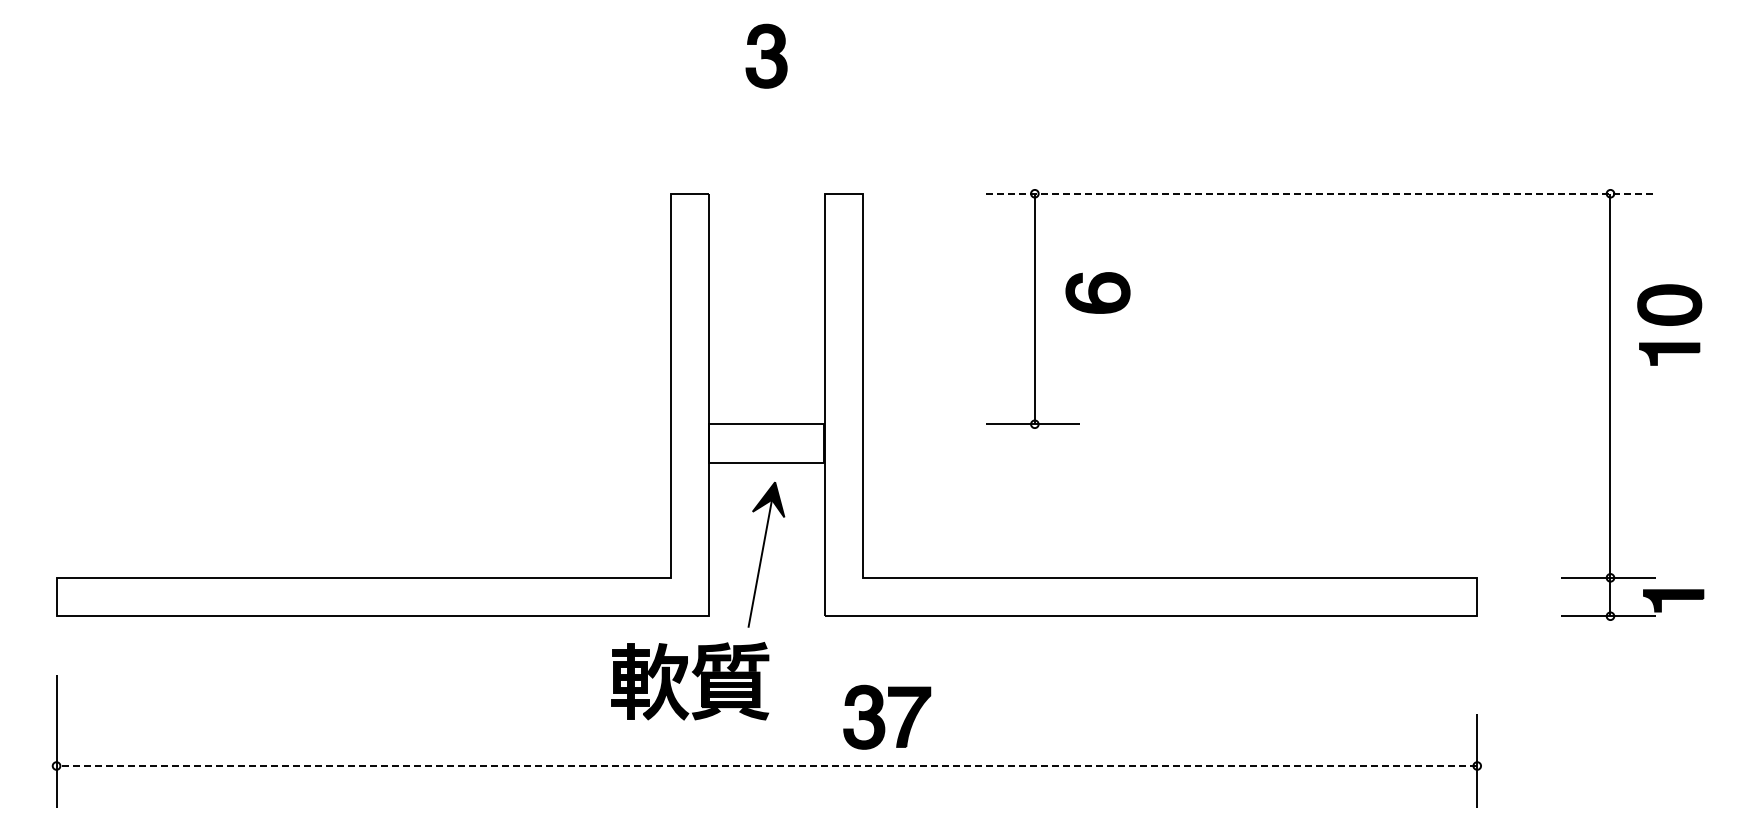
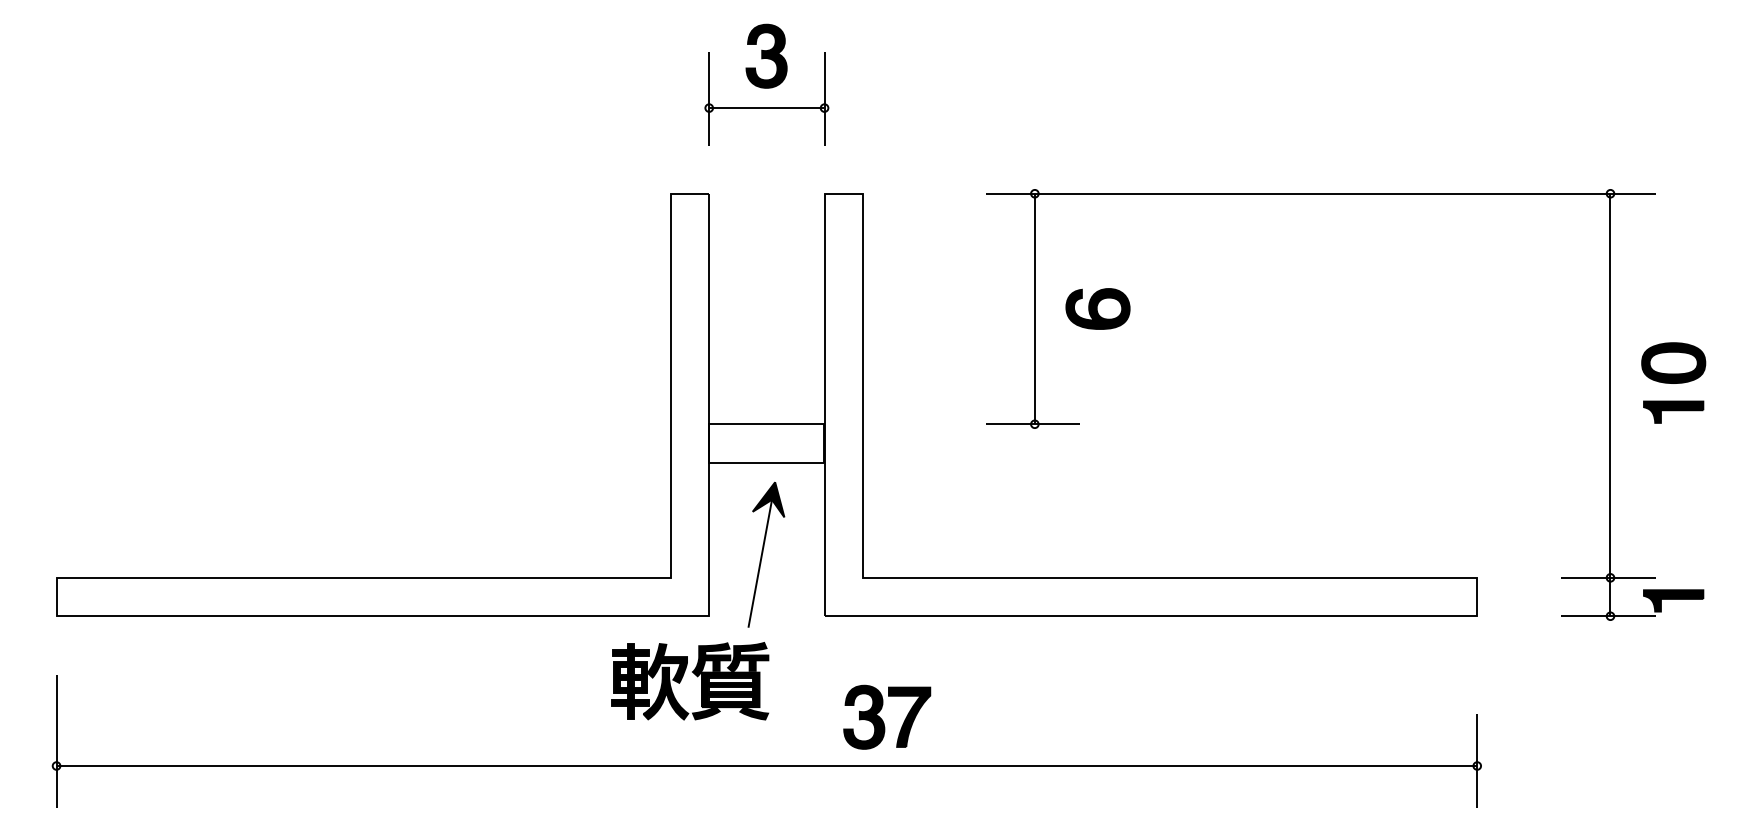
part at (766, 107): none -> present
line at (1321, 193): dashed -> solid
part at (1097, 292) position: (1097, 292) -> (1097, 308)
part at (1669, 324) position: (1669, 324) -> (1673, 382)
line at (766, 766): dashed -> solid
